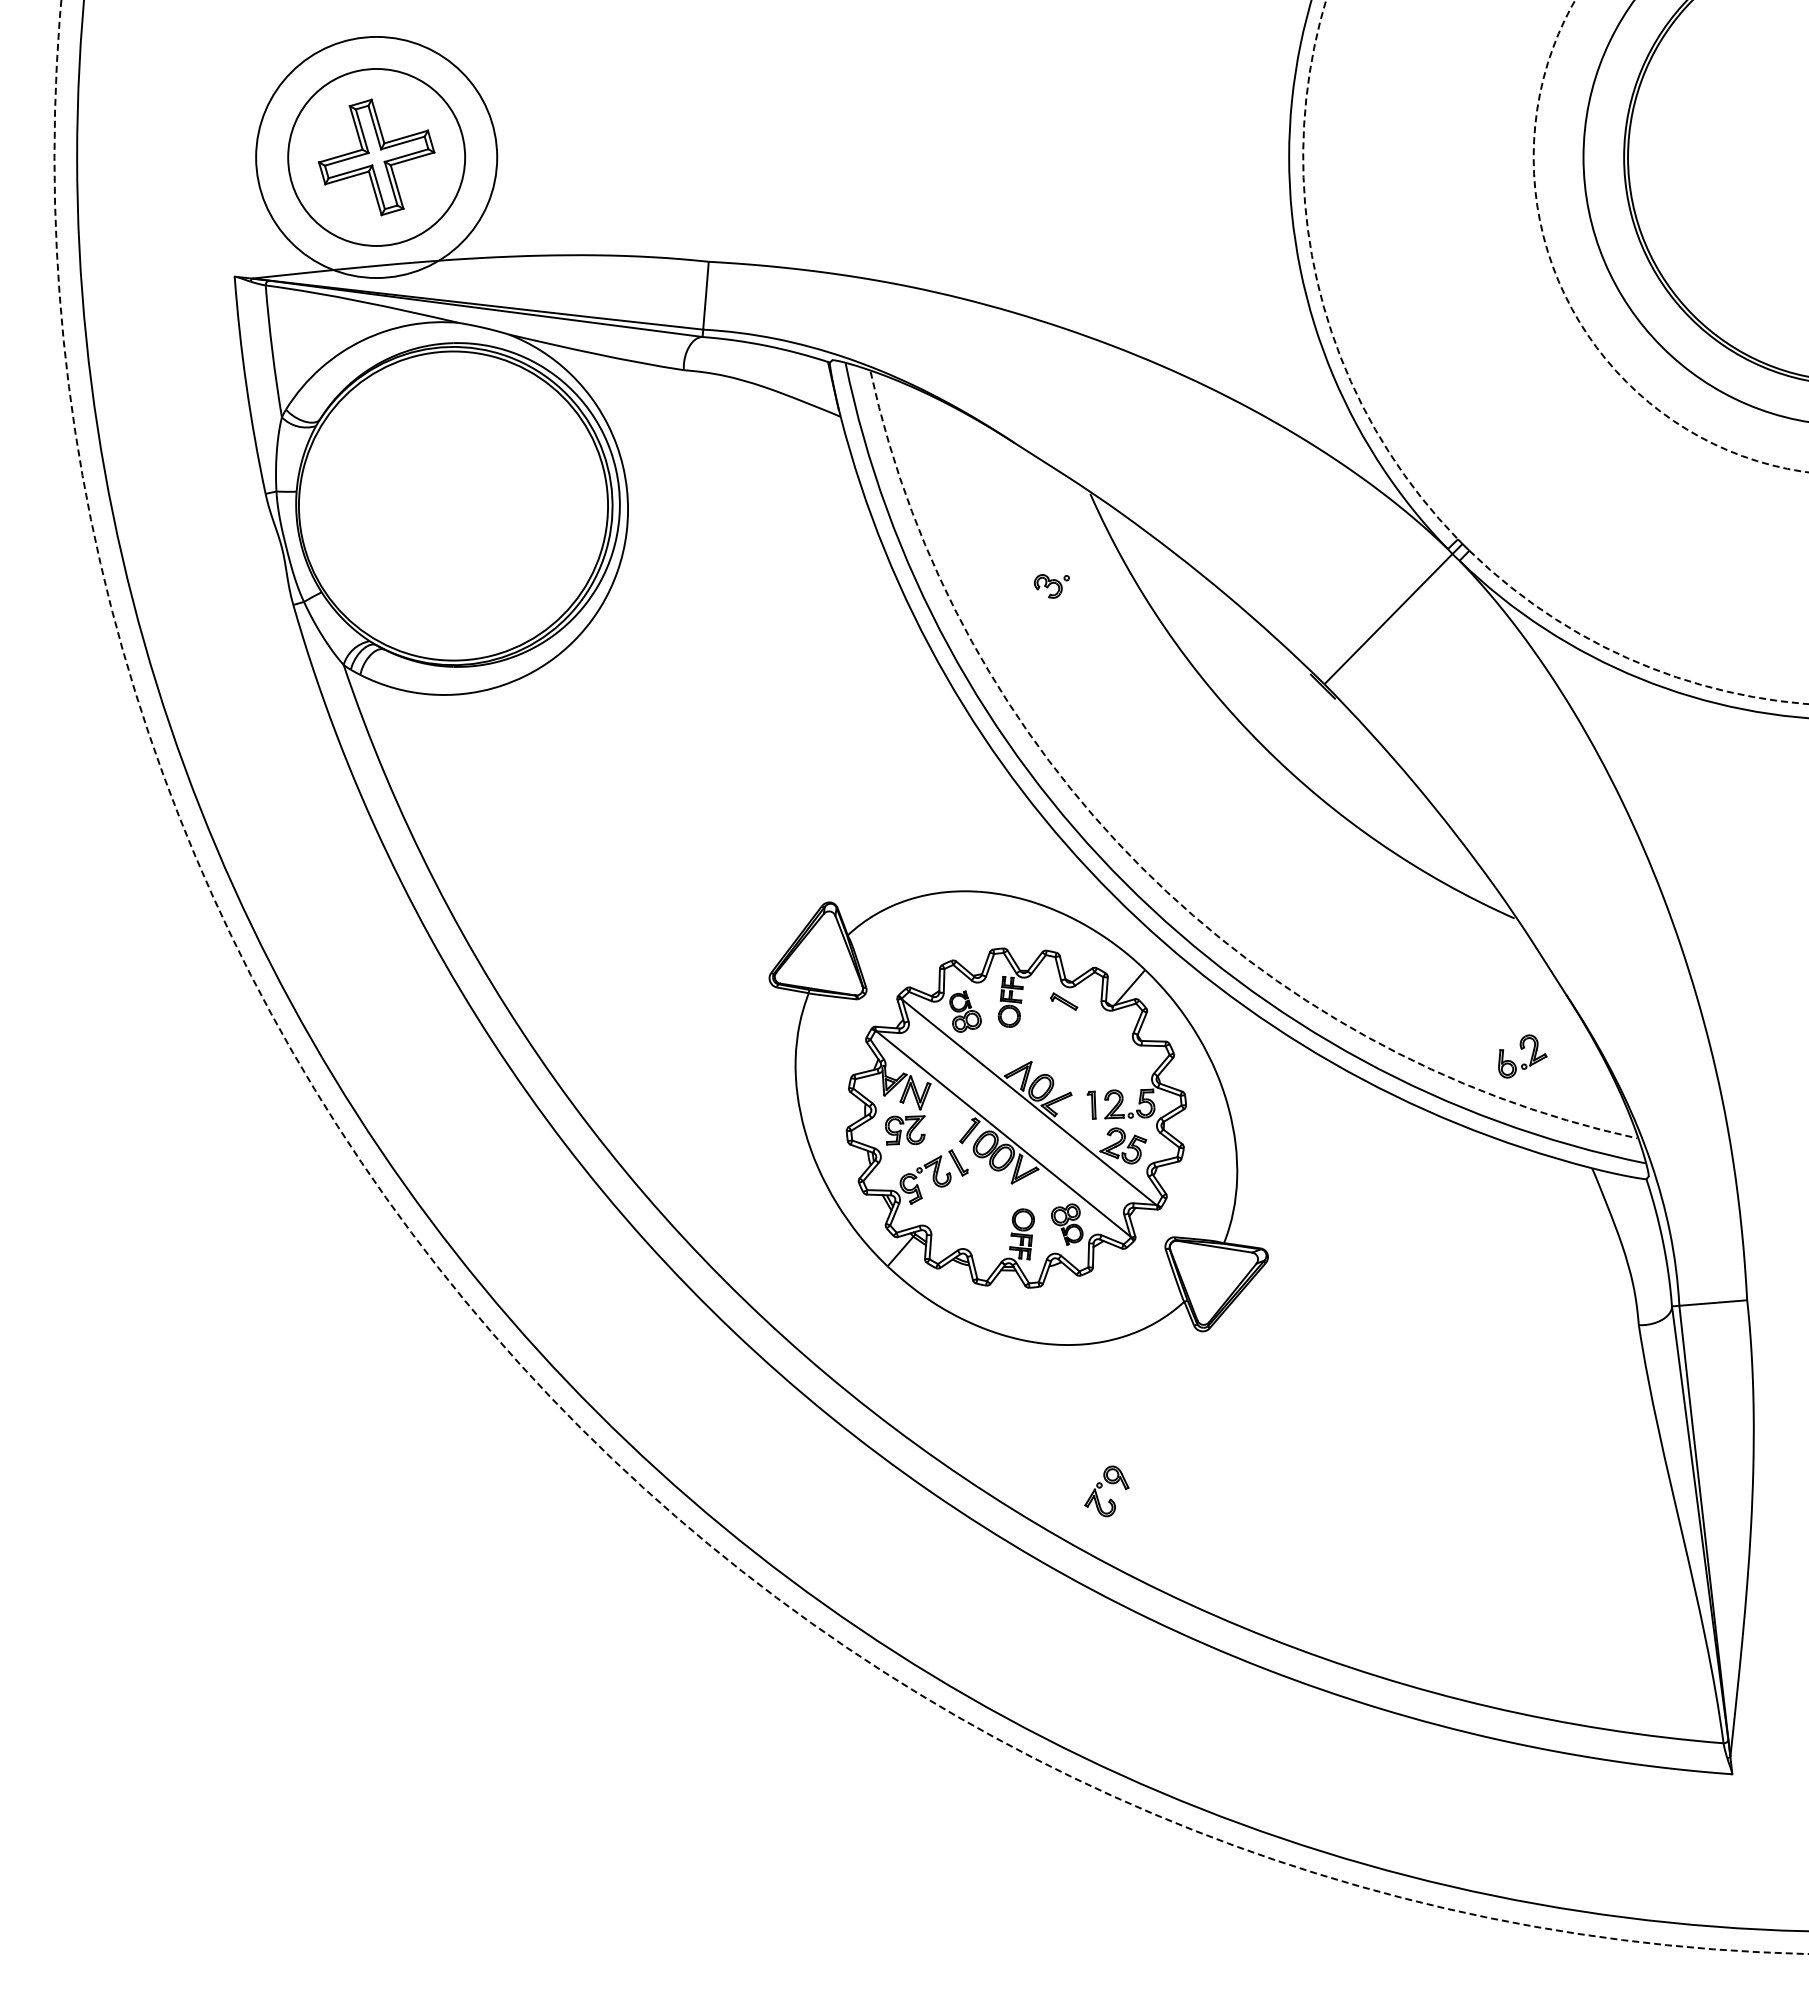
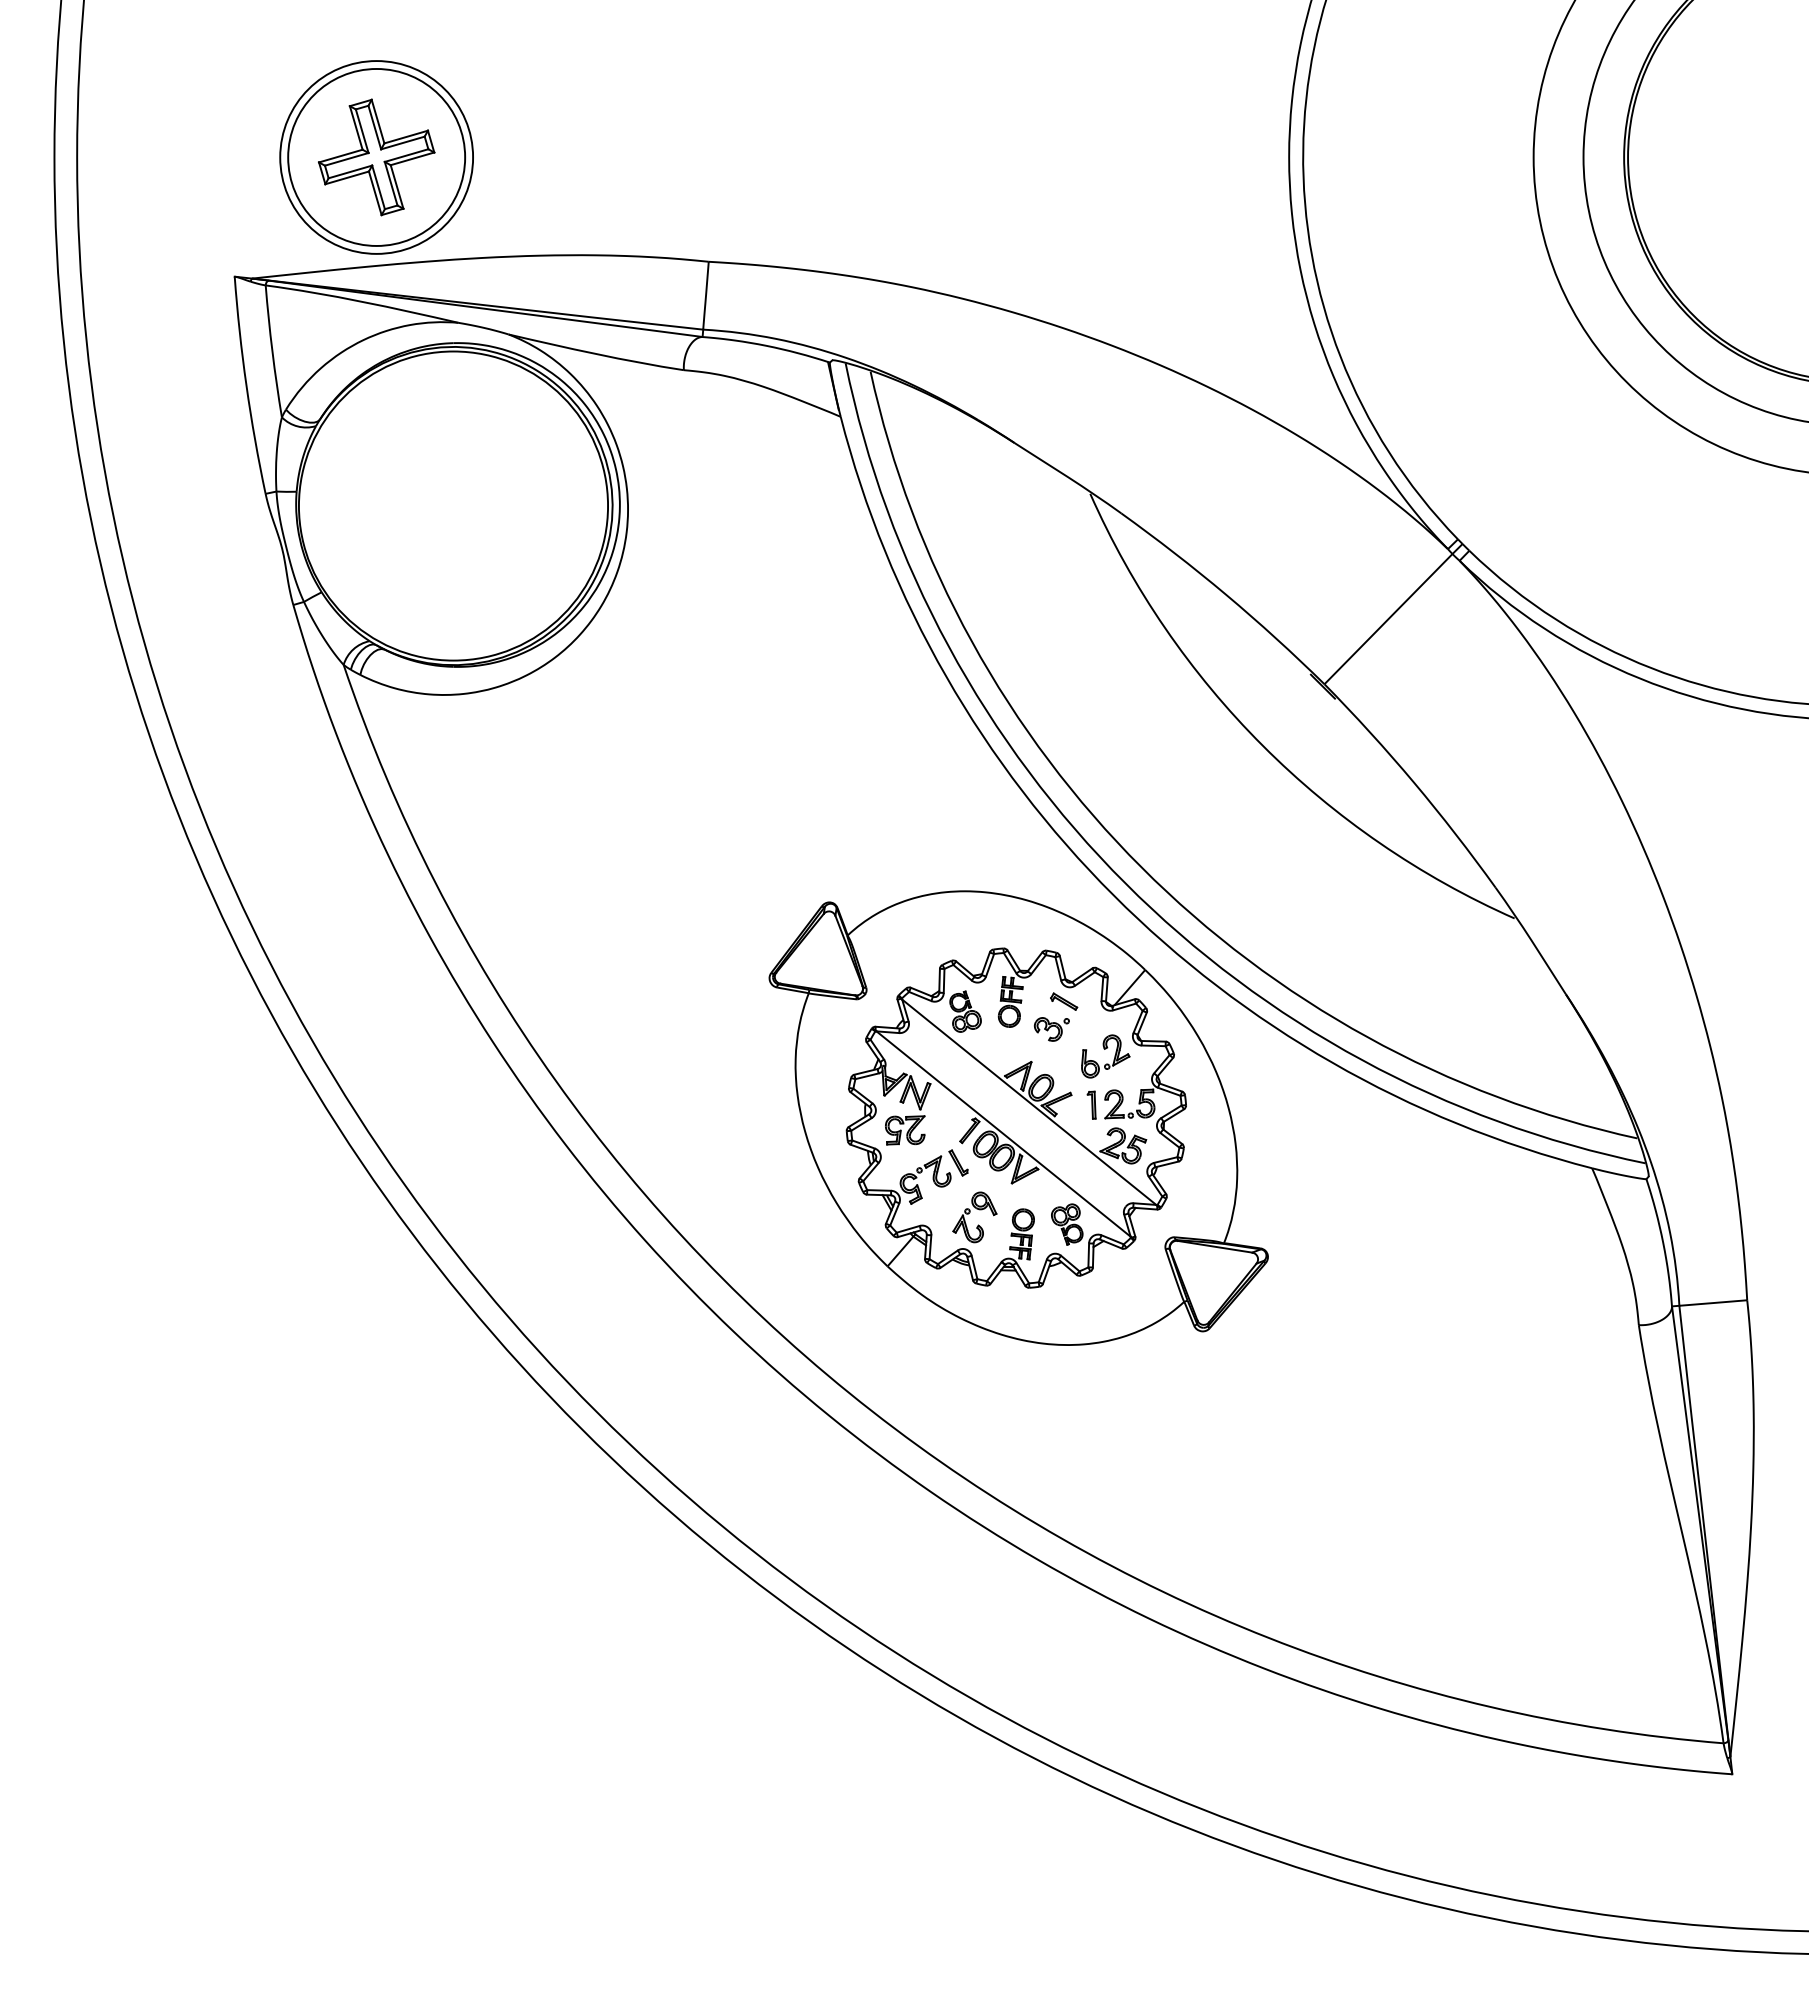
arc at (1306, 98): dashed -> solid
circle at (376, 157) diameter: 241 px -> 193 px
circle at (1670, 236): dashed -> solid
part at (1051, 586) position: (1051, 586) -> (1051, 1029)
arc at (1141, 867): dashed -> solid
circle at (931, 977): dashed -> solid
part at (1522, 1049) position: (1522, 1049) -> (1105, 1049)
part at (1102, 1486) position: (1102, 1486) -> (970, 1212)
